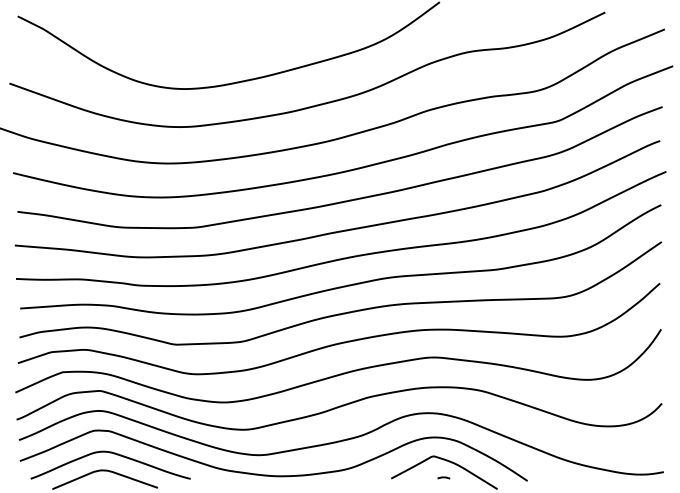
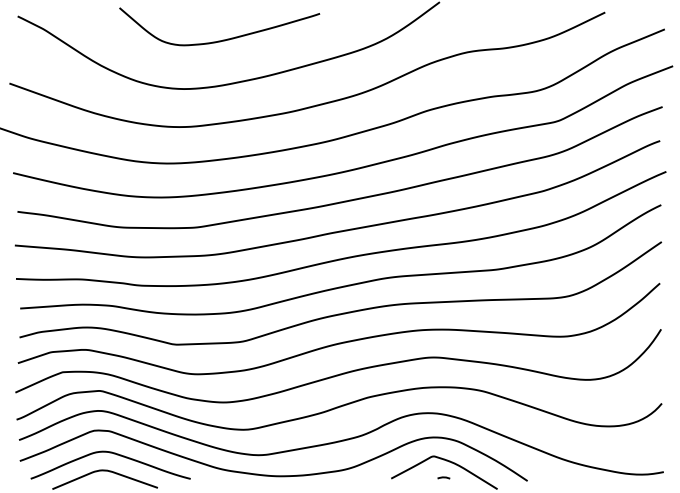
curve at (222, 39): none -> present
